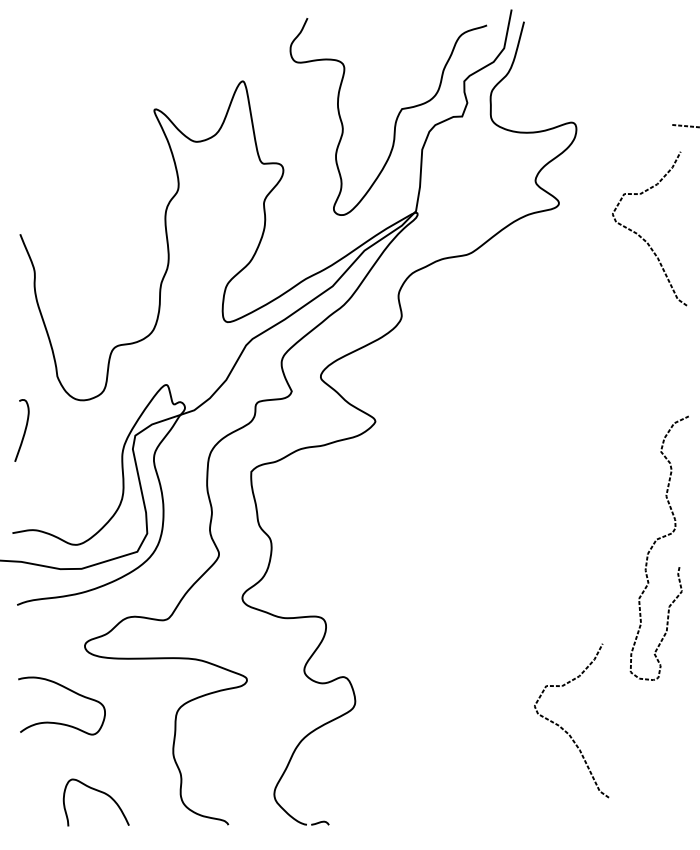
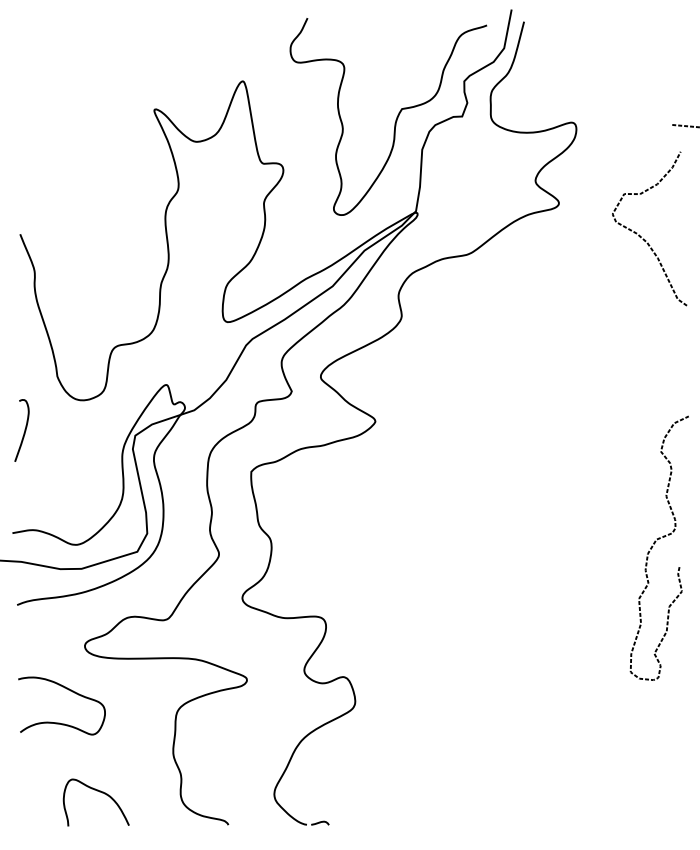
curve at (563, 728): present -> none
